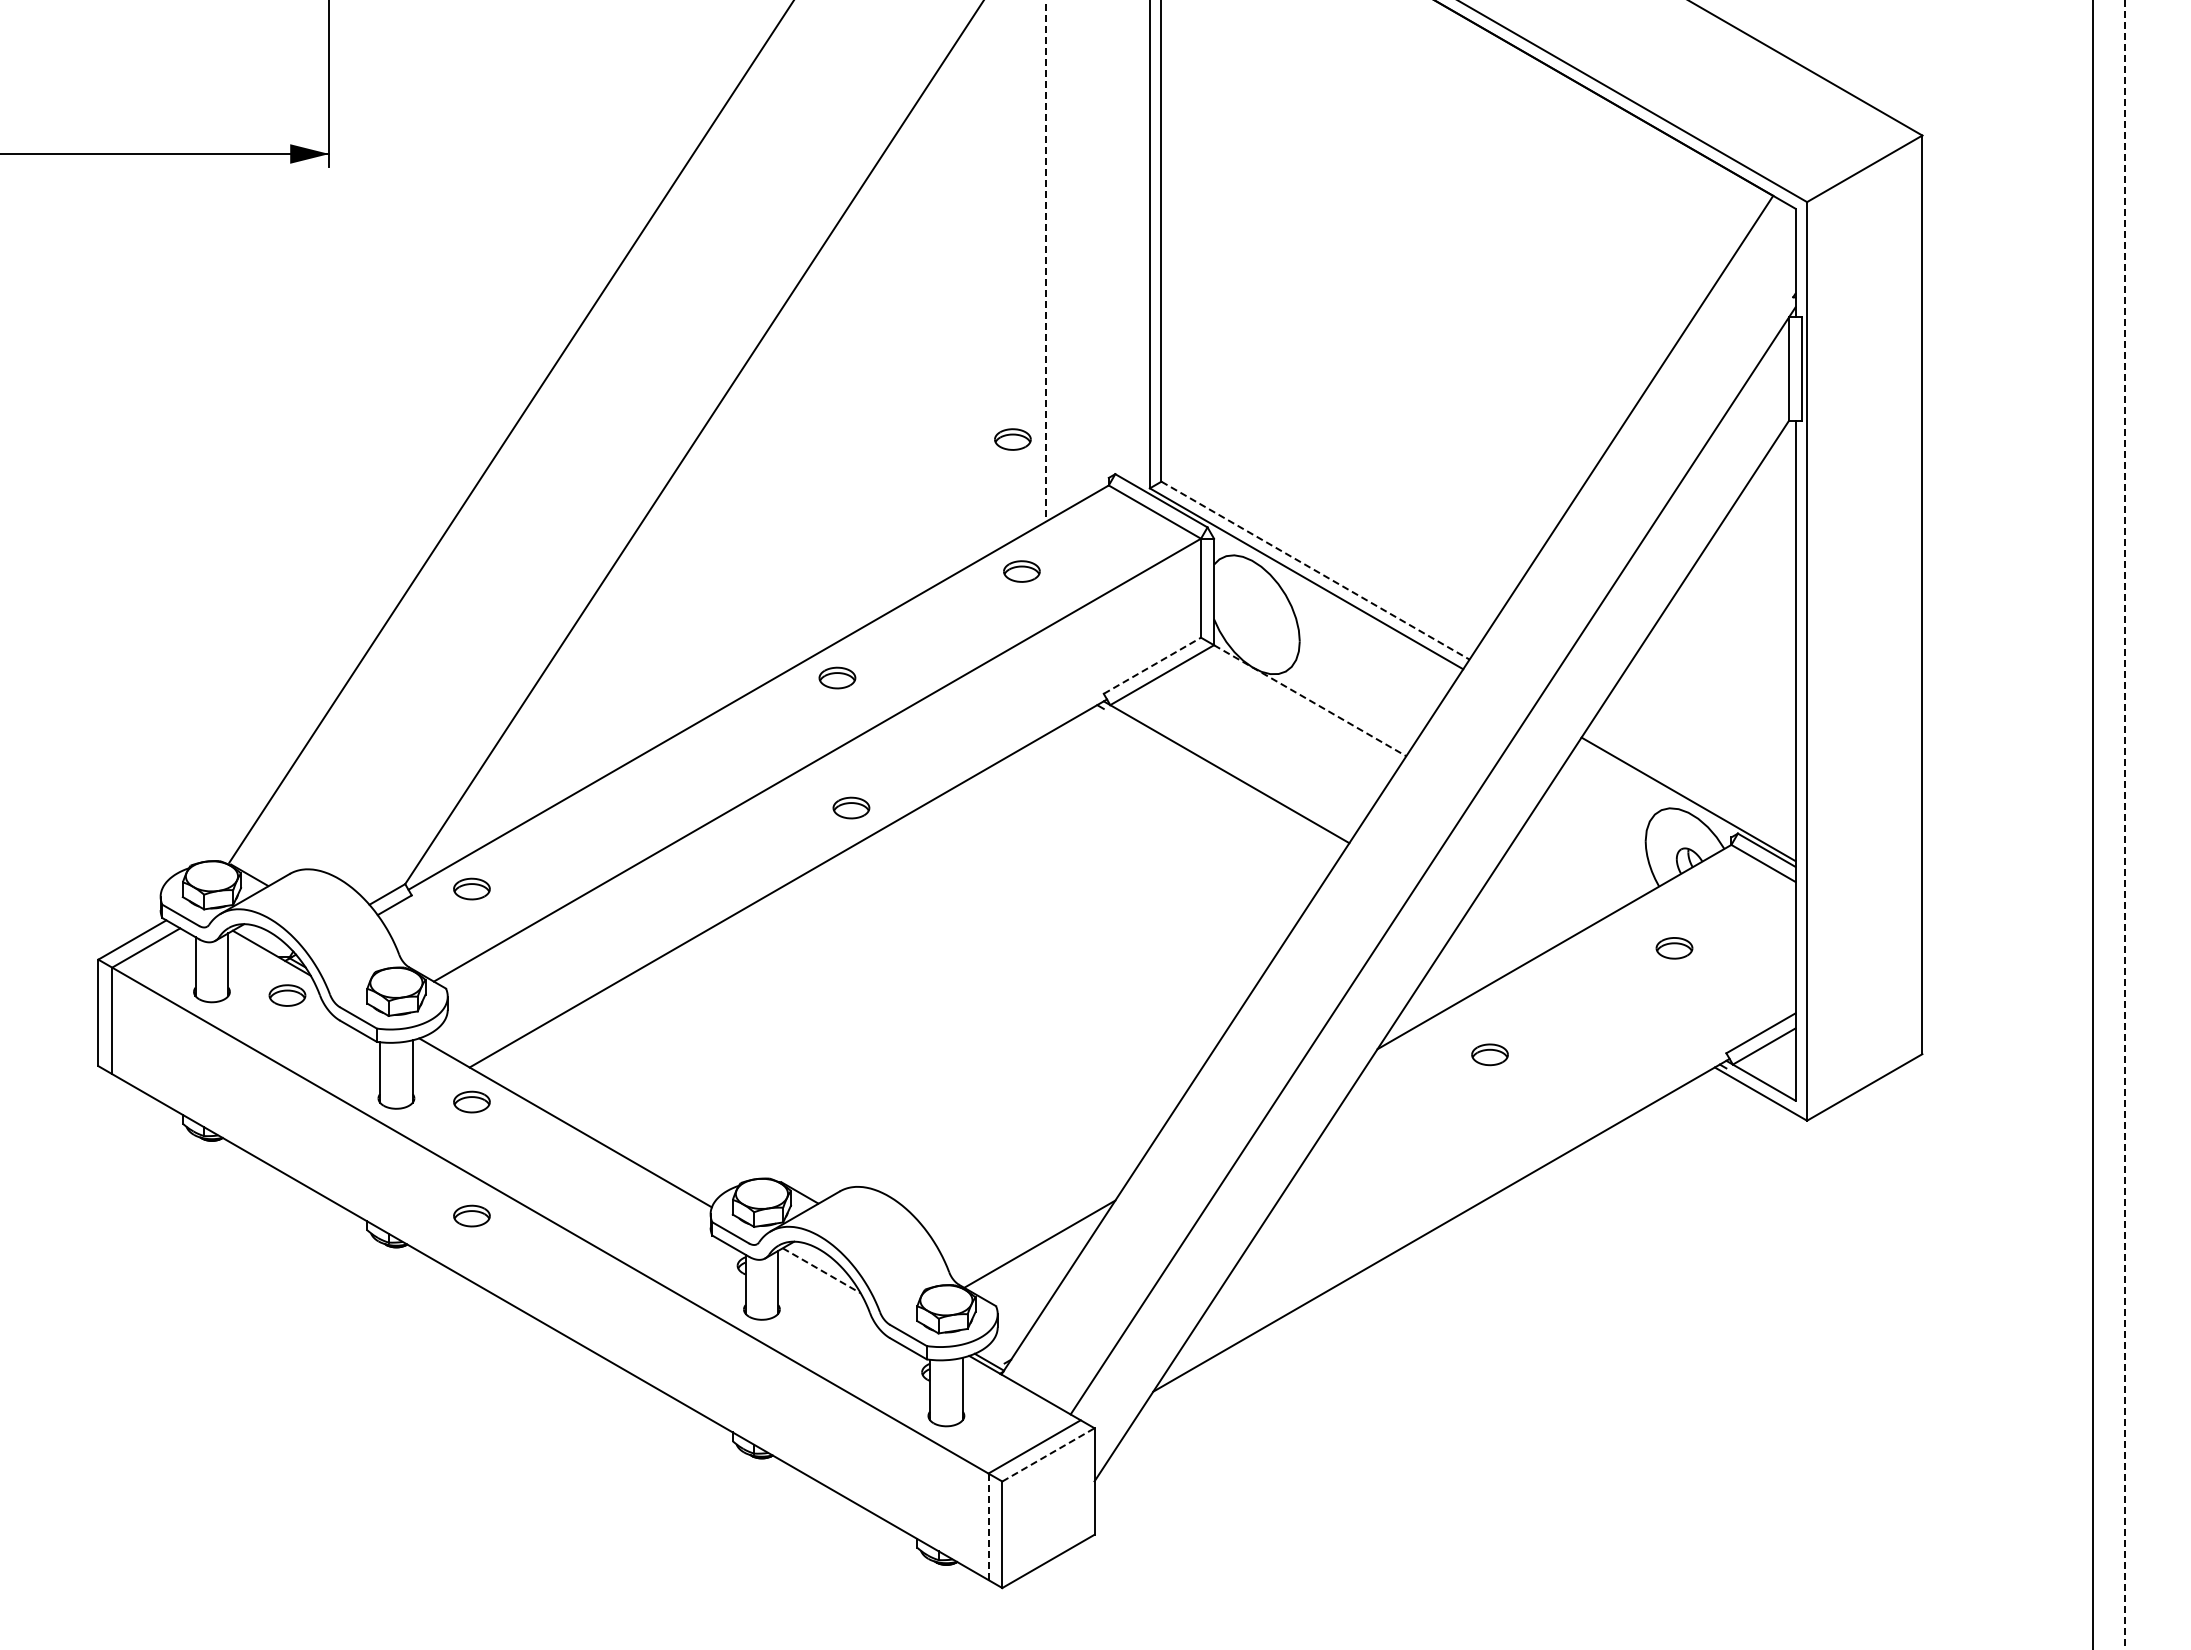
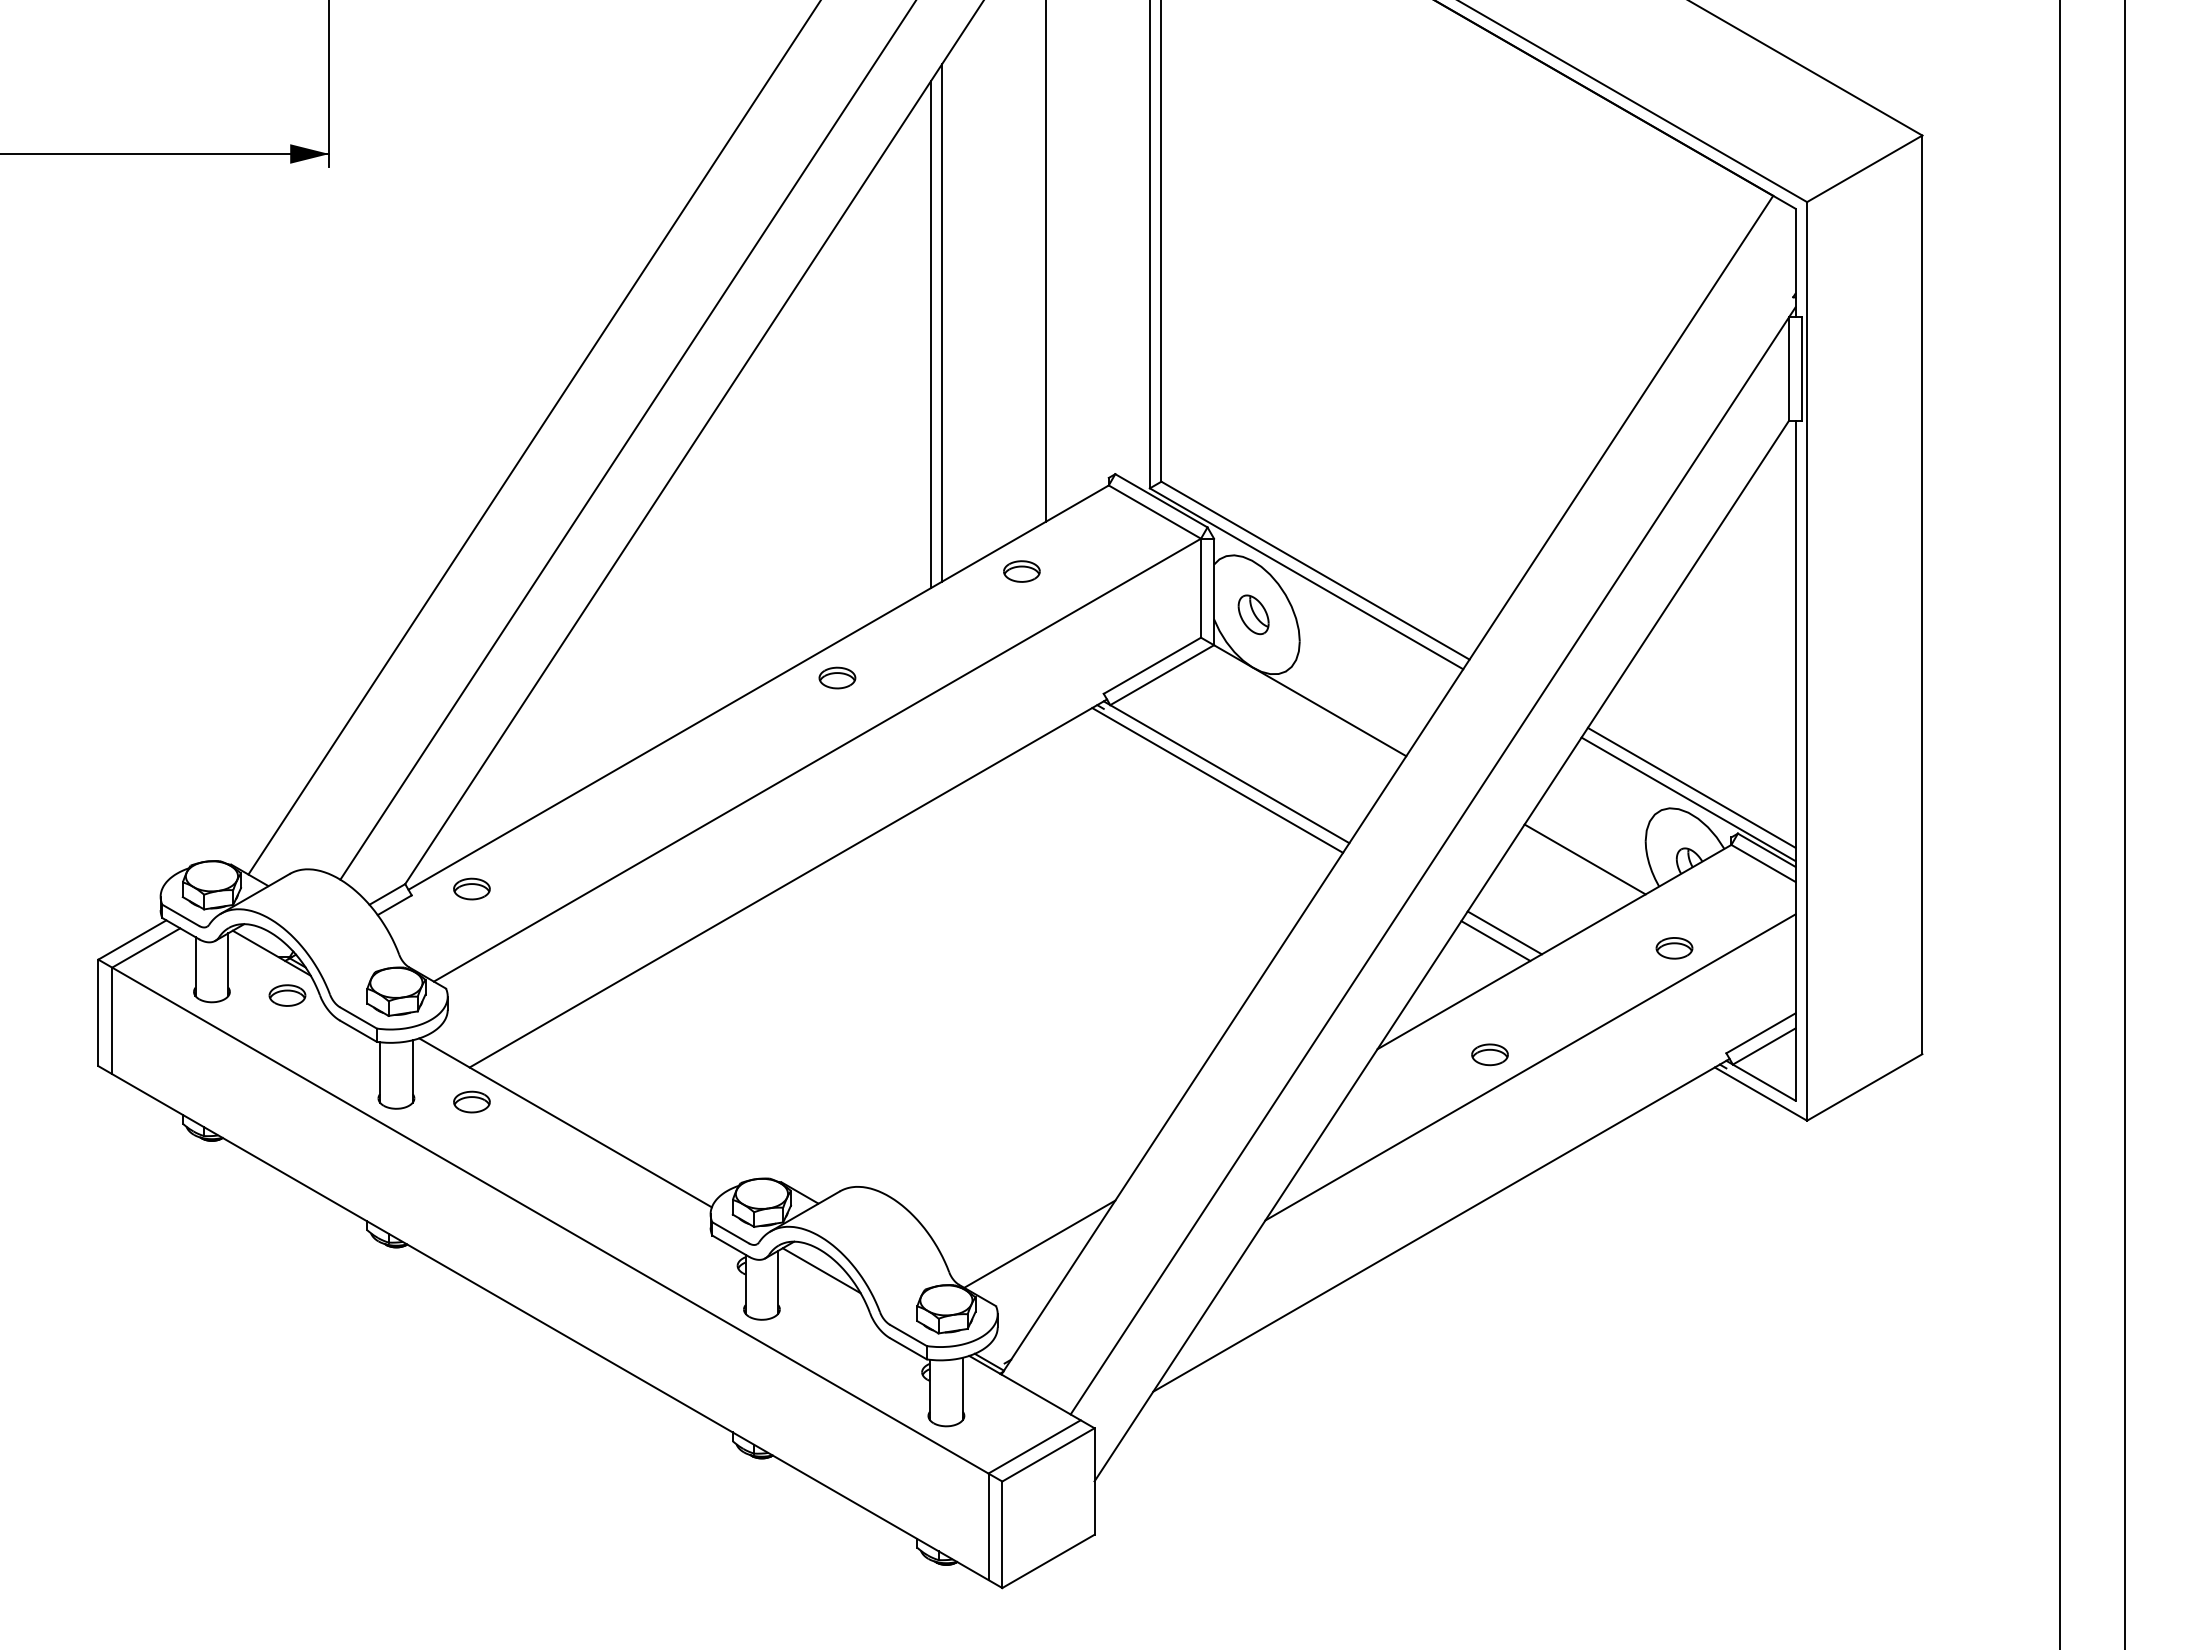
line at (1046, 260): dashed -> solid
line at (942, 322): none -> present
line at (930, 334): none -> present
line at (510, 432) position: (510, 432) -> (533, 438)
part at (1012, 439): present -> none
line at (627, 440): none -> present
line at (1315, 570): dashed -> solid
part at (1253, 614): none -> present
line at (1152, 665): dashed -> solid
line at (1310, 700): dashed -> solid
line at (1217, 780): none -> present
line at (1691, 787): none -> present
part at (851, 807): present -> none
line at (2093, 824) position: (2093, 824) -> (2060, 824)
line at (2125, 824): dashed -> solid
line at (1584, 859): none -> present
line at (1504, 932): none -> present
line at (1495, 940): none -> present
line at (1530, 1067): none -> present
part at (471, 1215): present -> none
line at (822, 1271): dashed -> solid
line at (1048, 1454): dashed -> solid
line at (988, 1527): dashed -> solid
